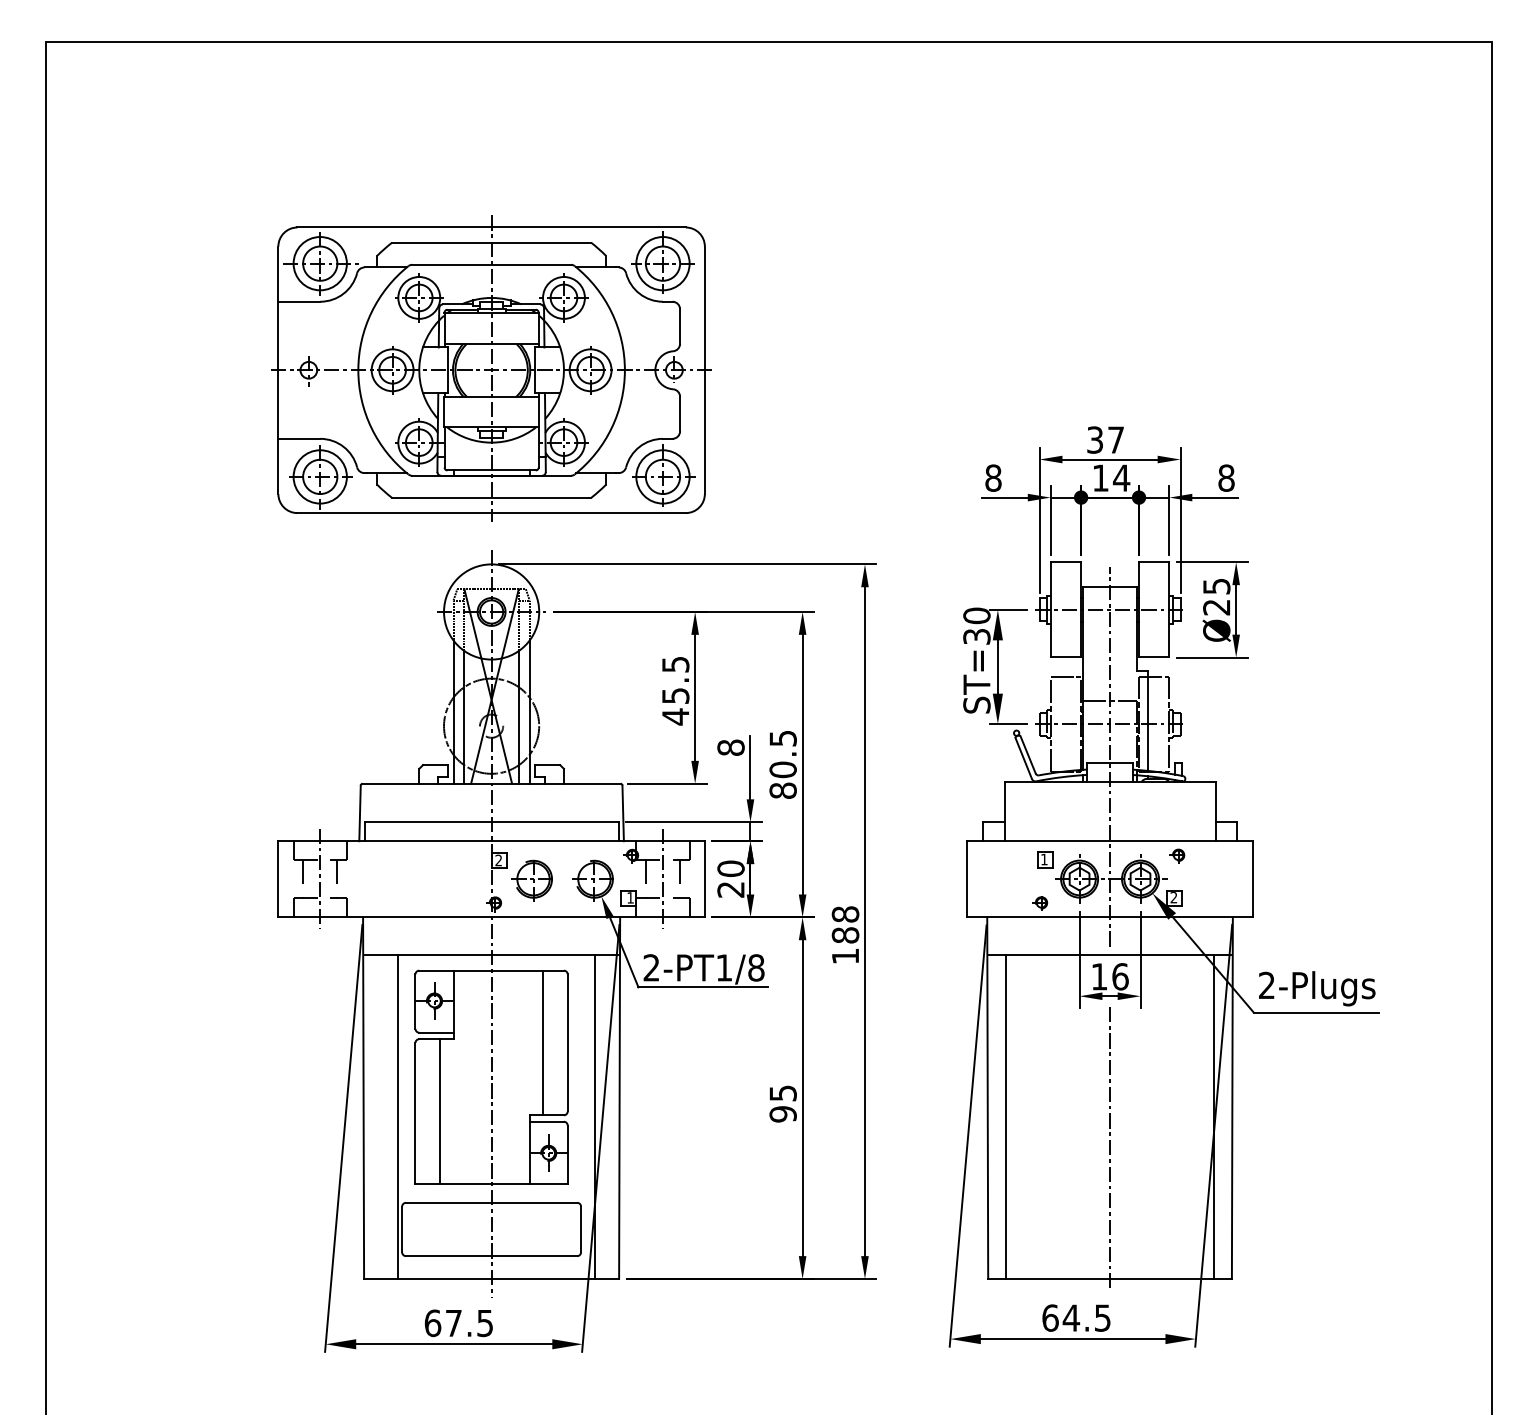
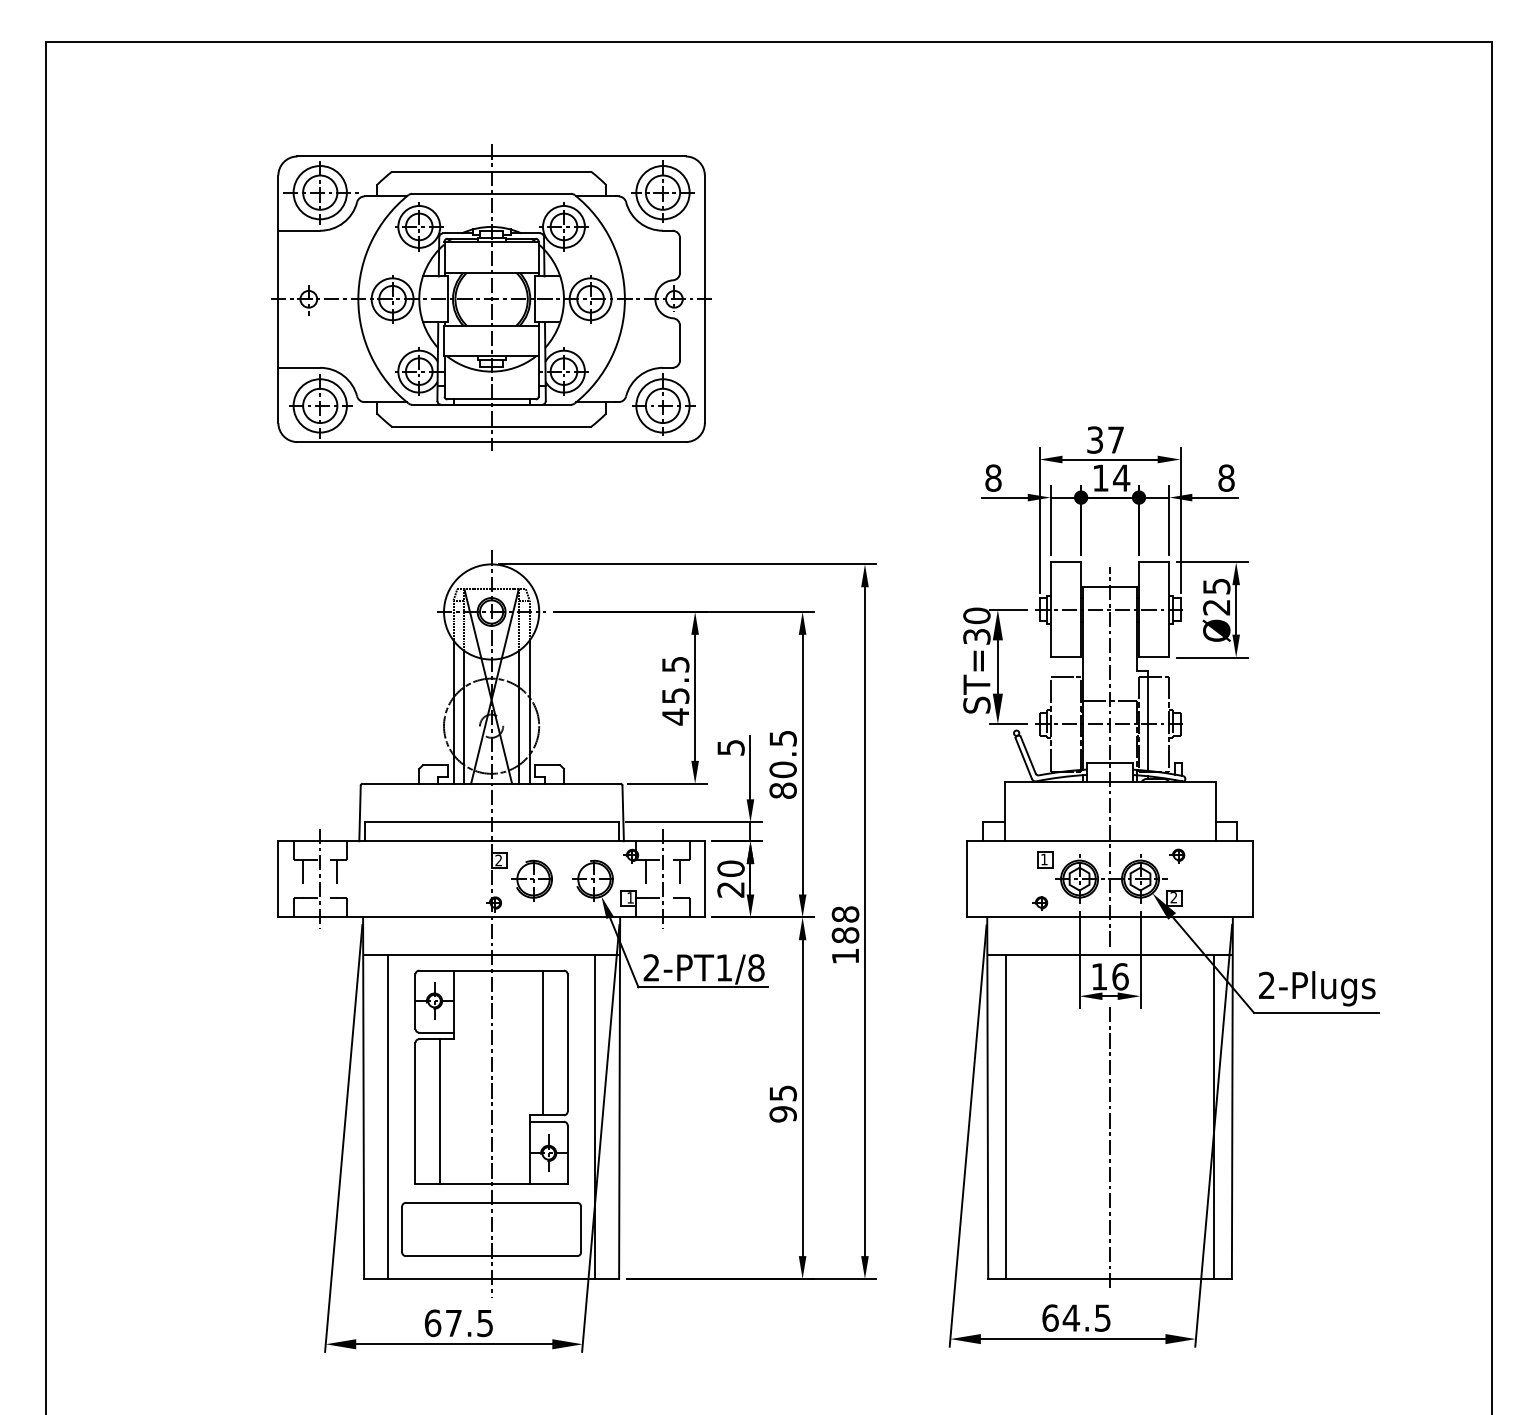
part at (491, 368) position: (491, 368) -> (491, 297)
text at (730, 747): 8 -> 5
line at (397, 1116) position: (397, 1116) -> (387, 1116)
